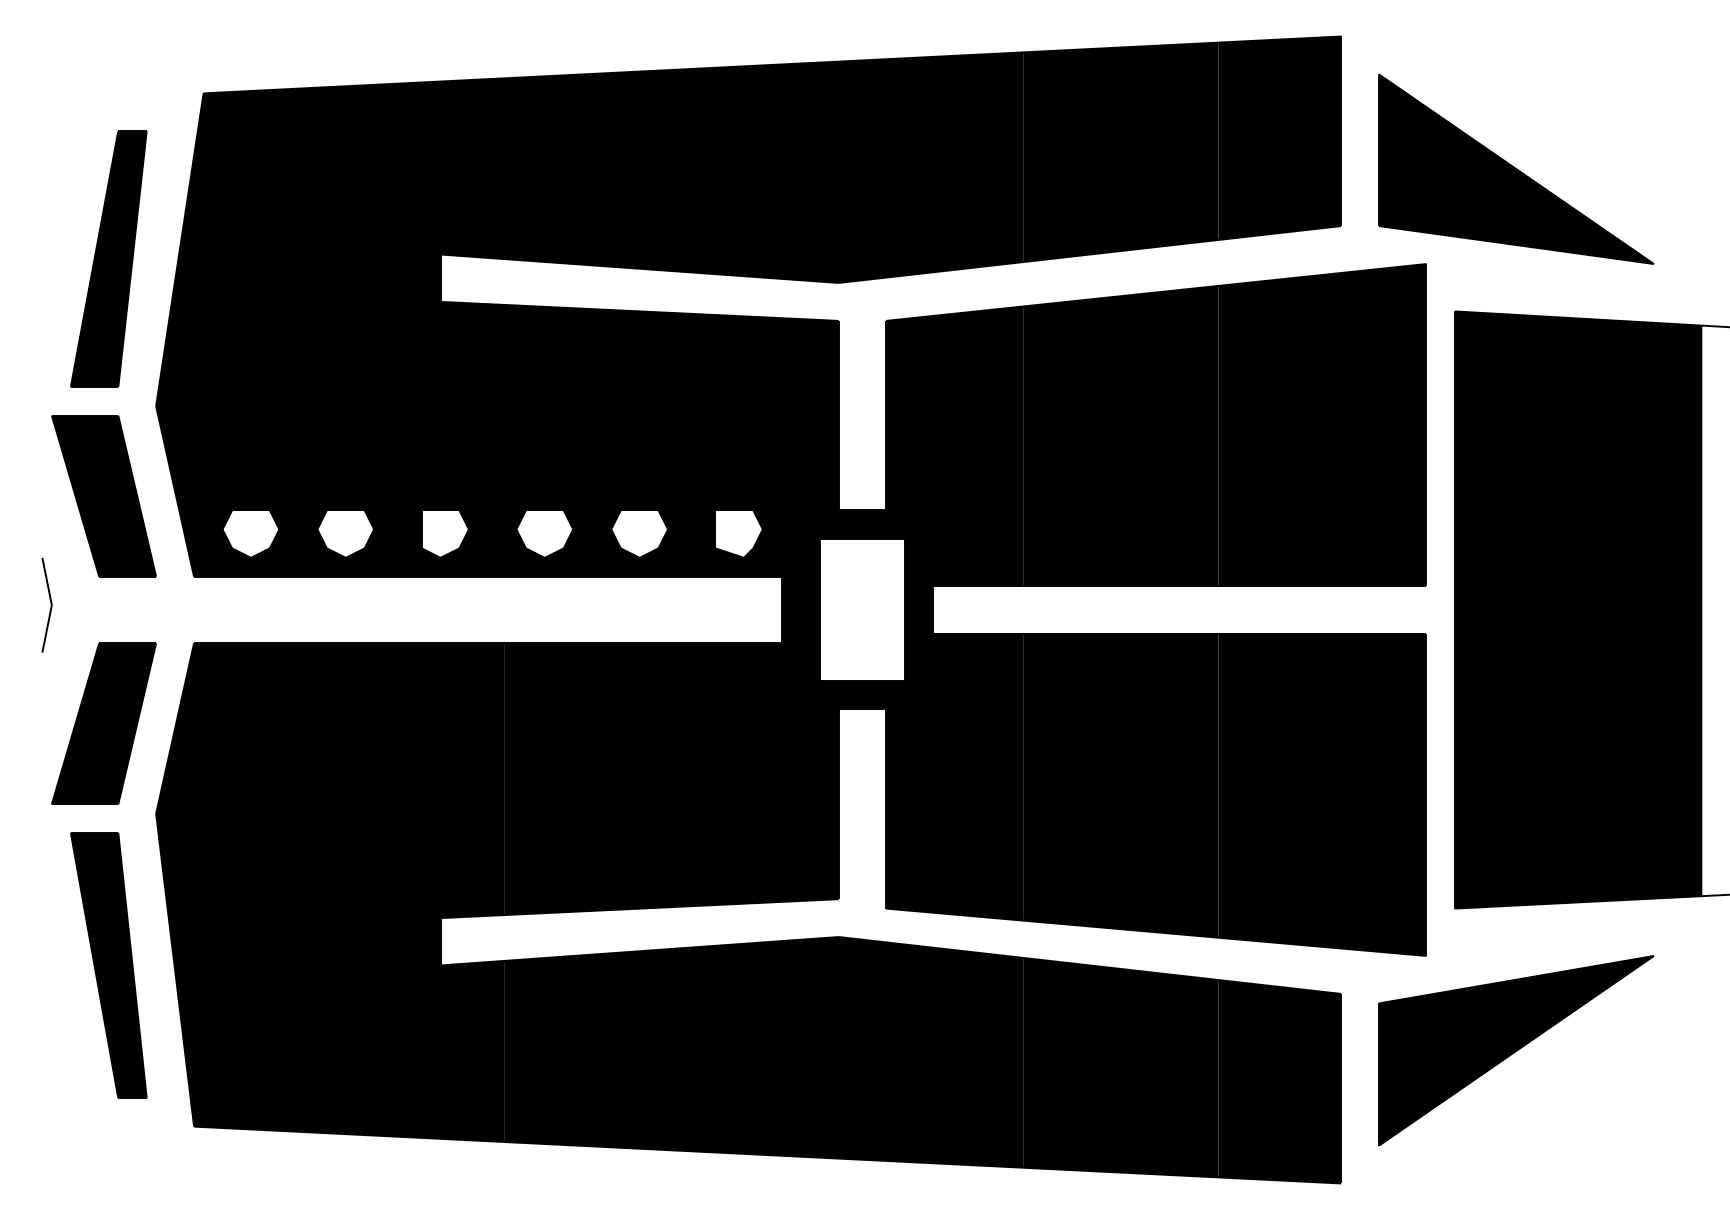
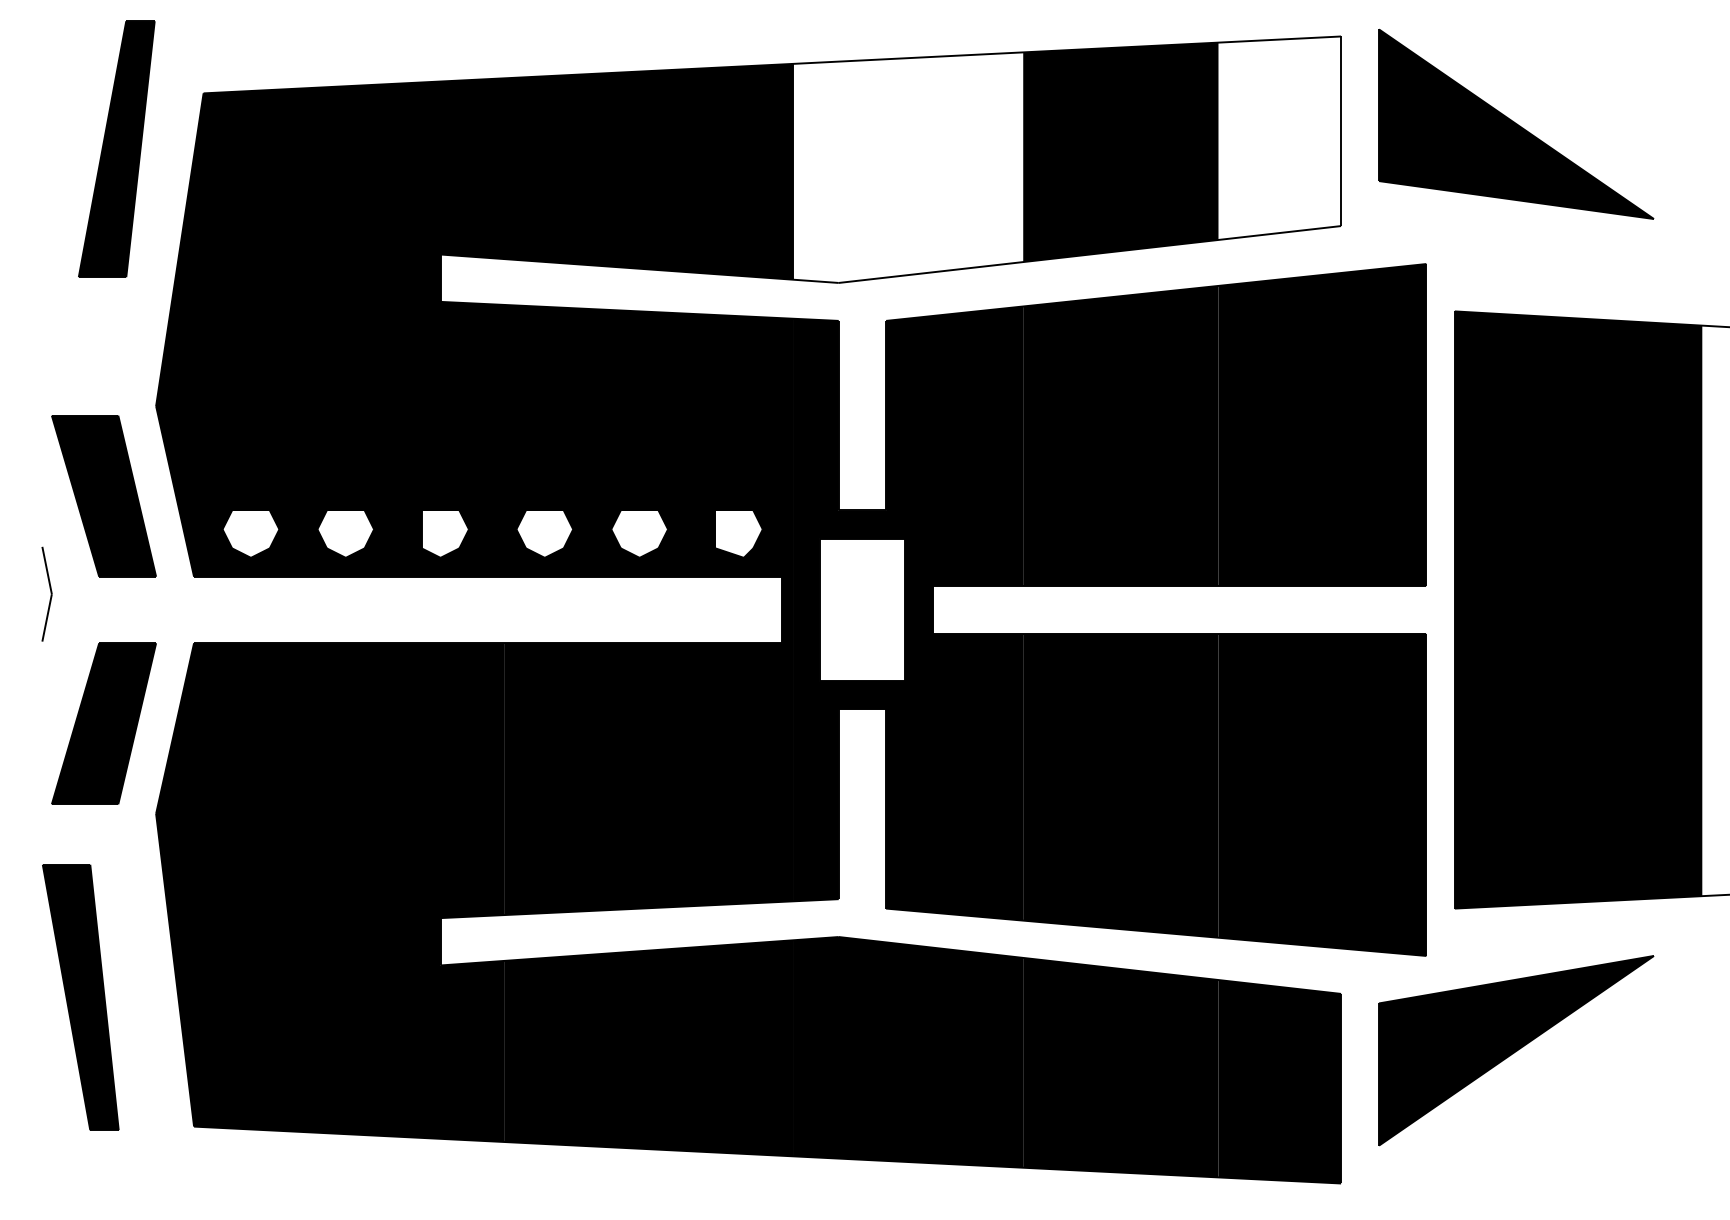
fill at (1279, 138): present -> none
fill at (908, 167): present -> none
part at (1516, 168) position: (1516, 168) -> (1516, 123)
part at (108, 258) position: (108, 258) -> (116, 148)
part at (46, 604) position: (46, 604) -> (46, 593)
part at (108, 965) position: (108, 965) -> (80, 997)
